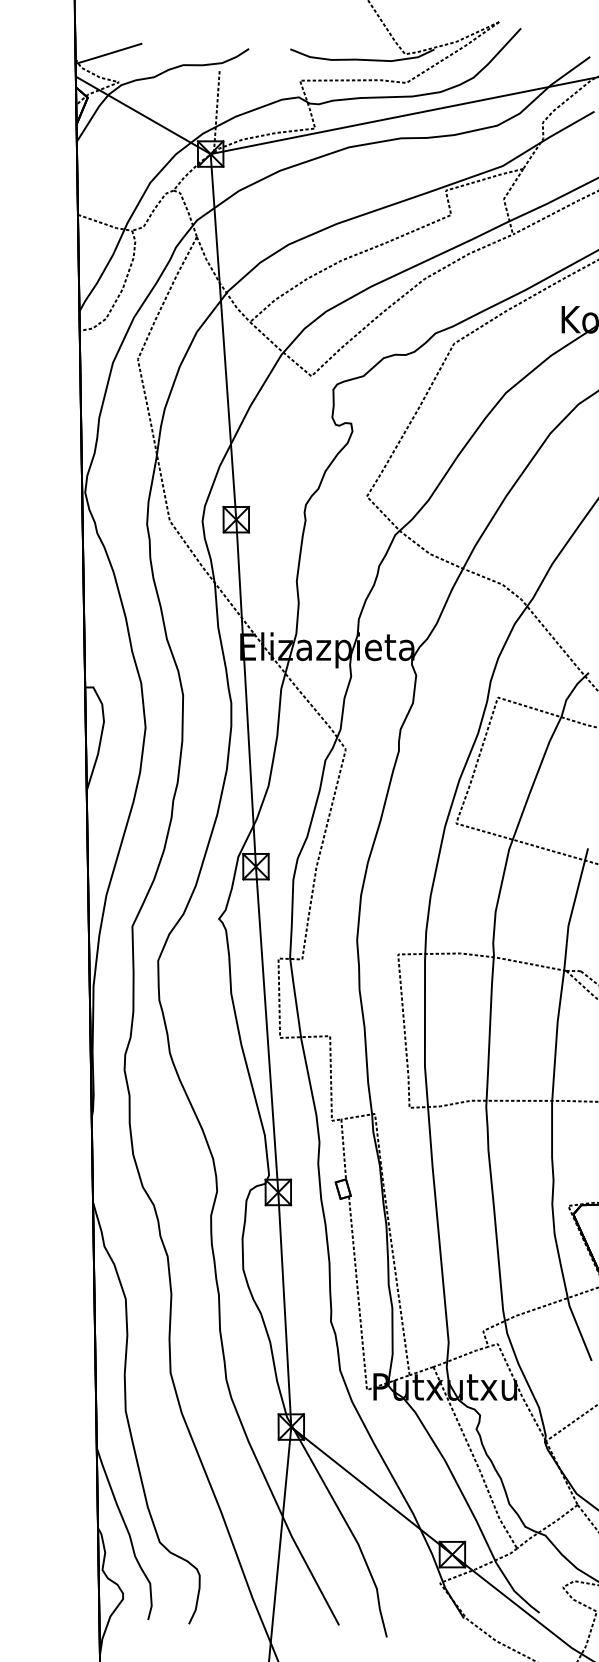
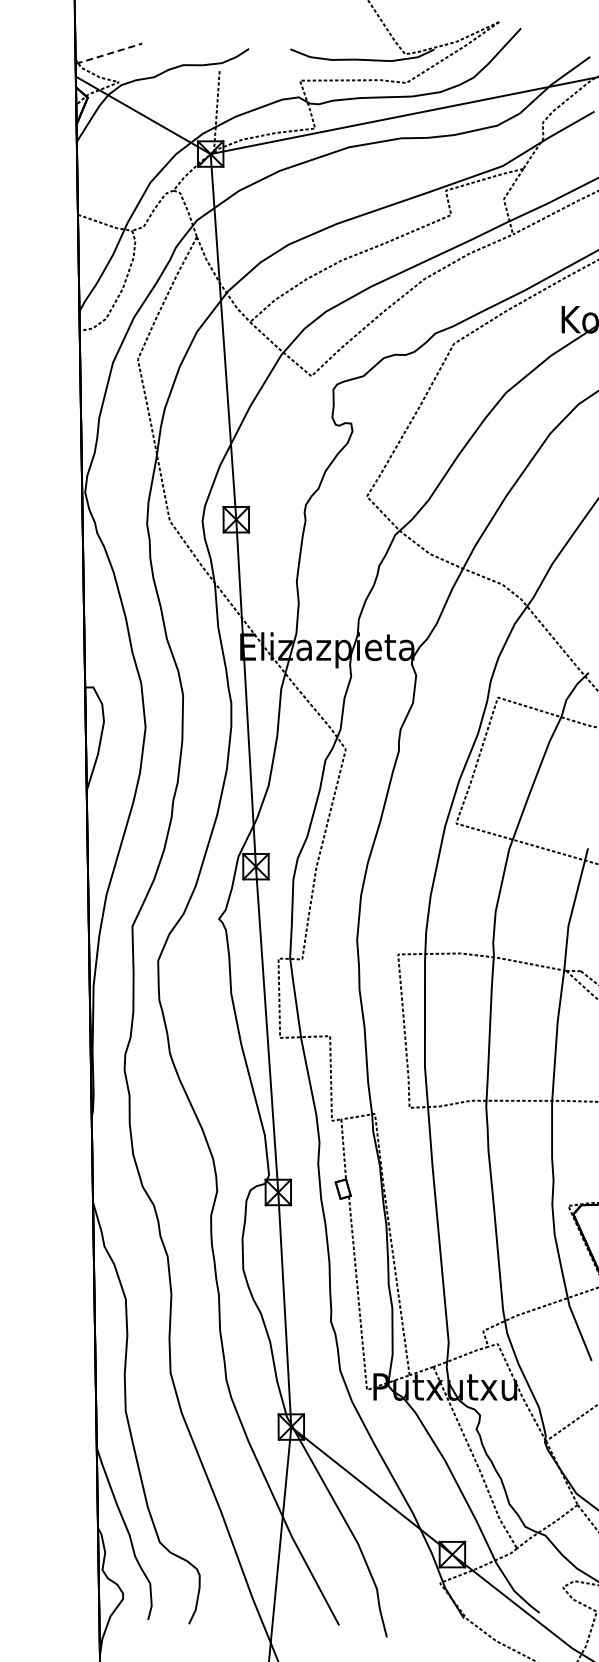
line at (108, 54): solid -> dashed
